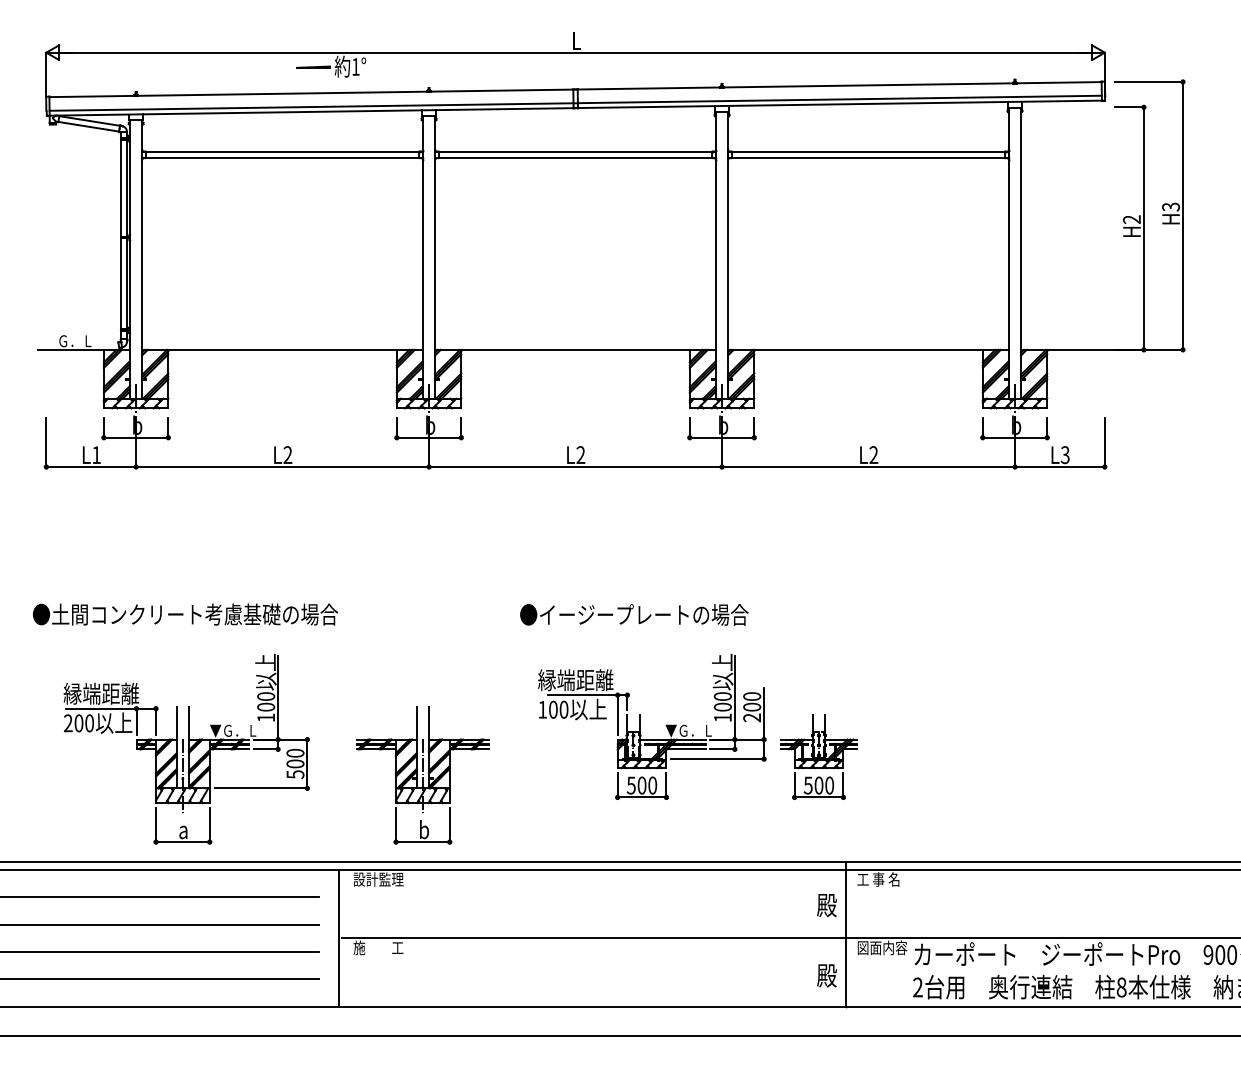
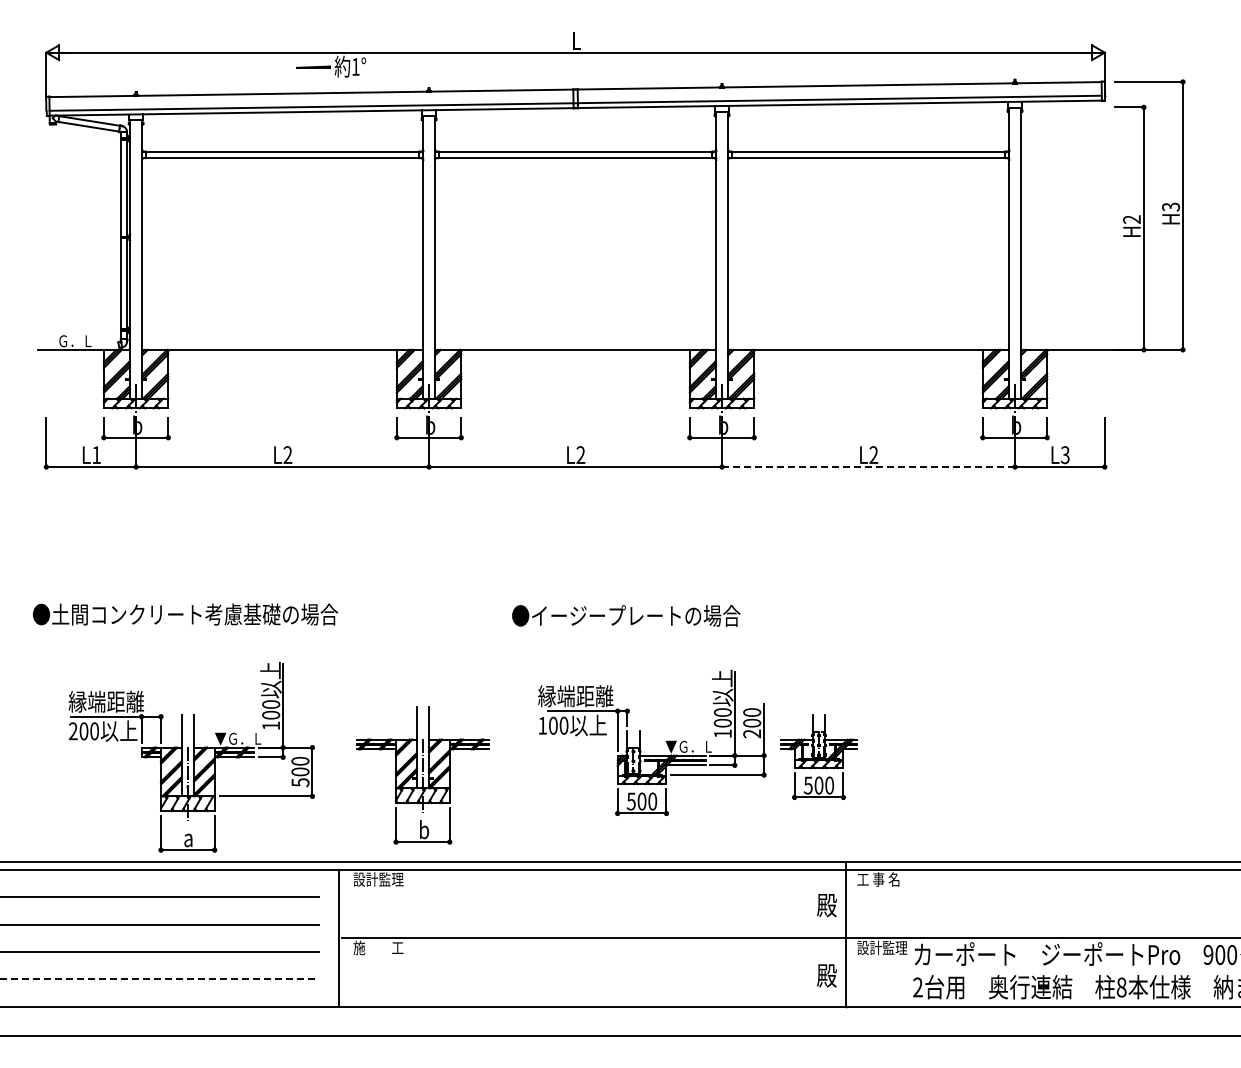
line at (869, 467): solid -> dashed
text at (634, 614) position: (634, 614) -> (626, 615)
part at (640, 726) position: (640, 726) -> (640, 742)
part at (186, 748) position: (186, 748) -> (191, 756)
text at (882, 947): 図面内容 -> 設計監理
line at (160, 979): solid -> dashed
